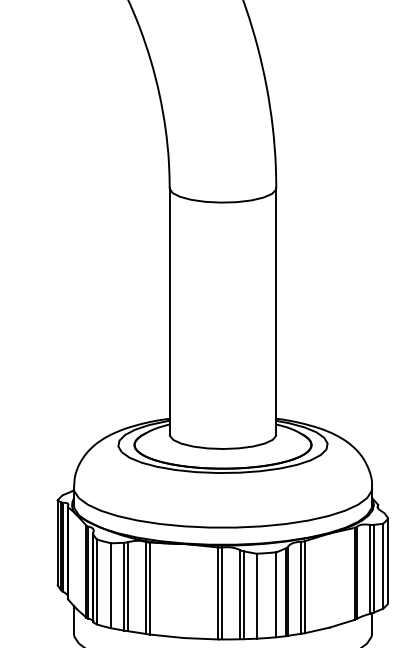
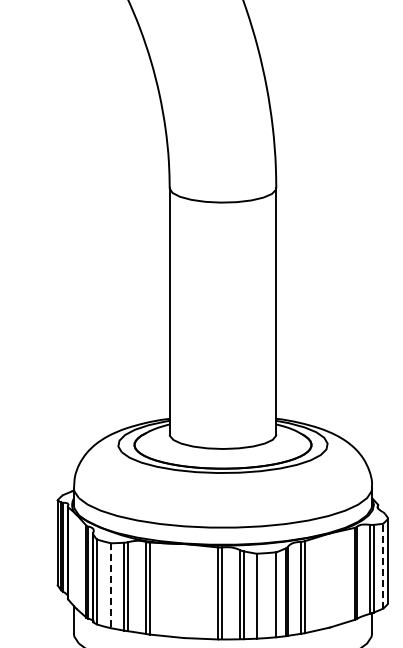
line at (383, 565): solid -> dashed
line at (111, 586): solid -> dashed
